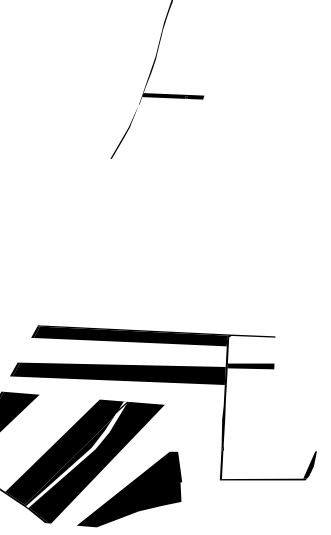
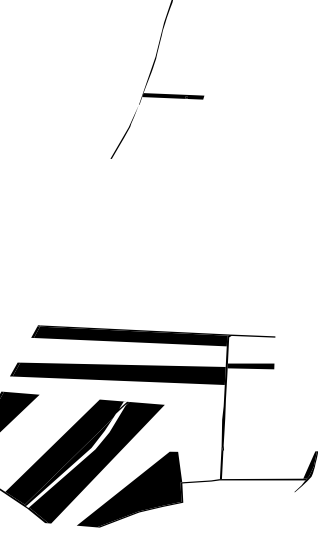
fill at (306, 471): none -> present
fill at (157, 503): none -> present
